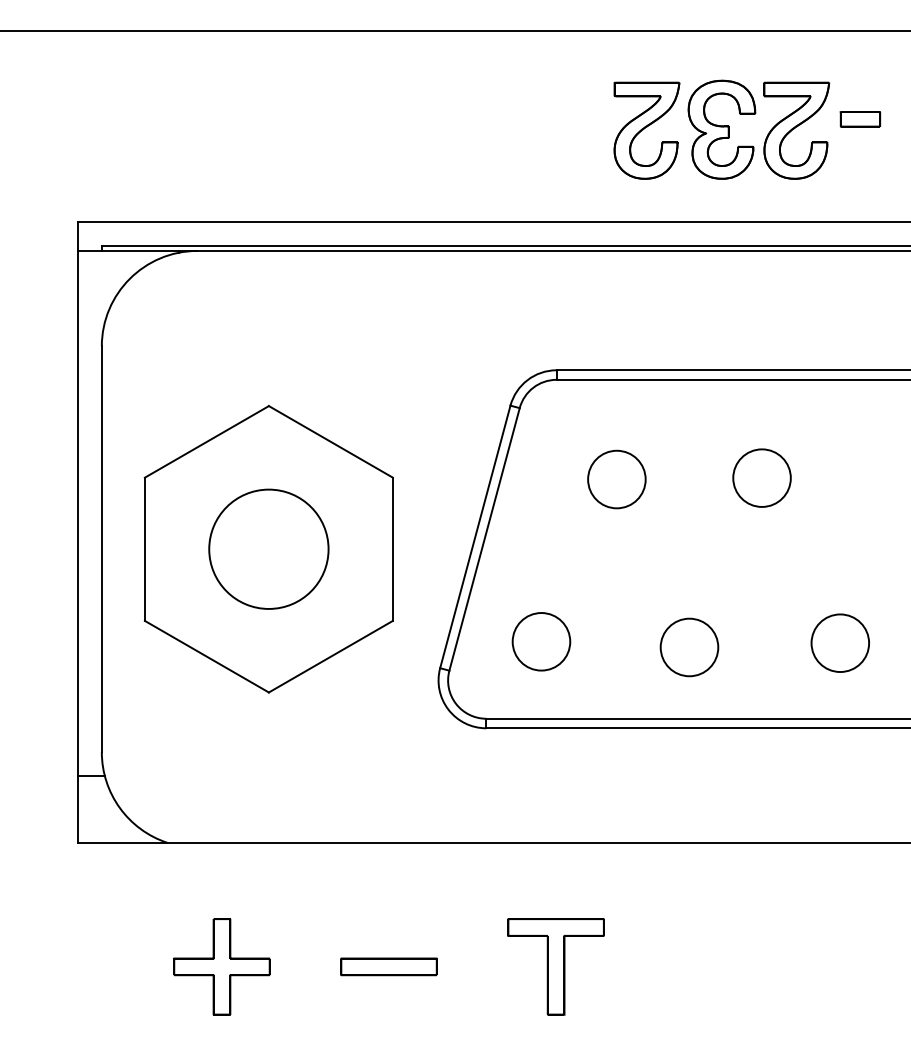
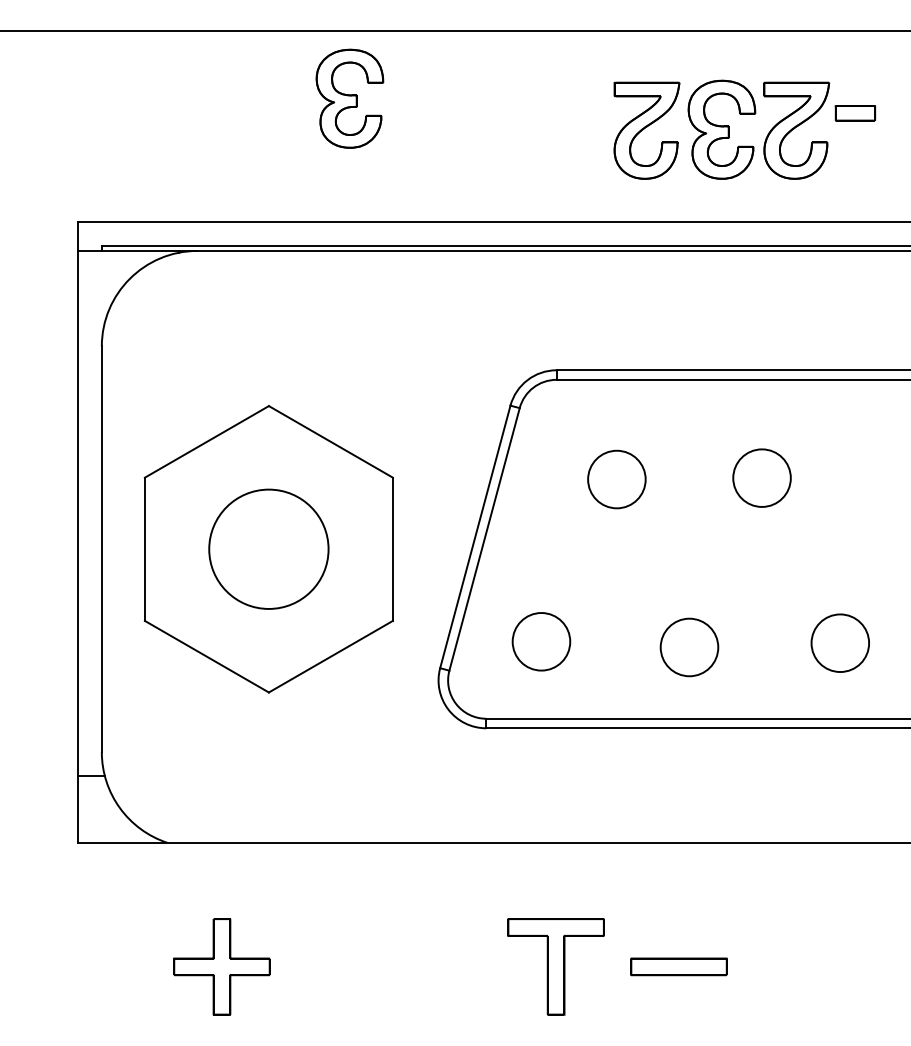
part at (349, 98): none -> present
part at (860, 119) position: (860, 119) -> (855, 113)
part at (388, 966) position: (388, 966) -> (678, 966)
